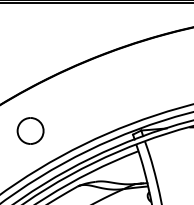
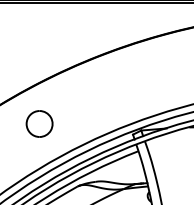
part at (30, 130) position: (30, 130) -> (39, 123)
